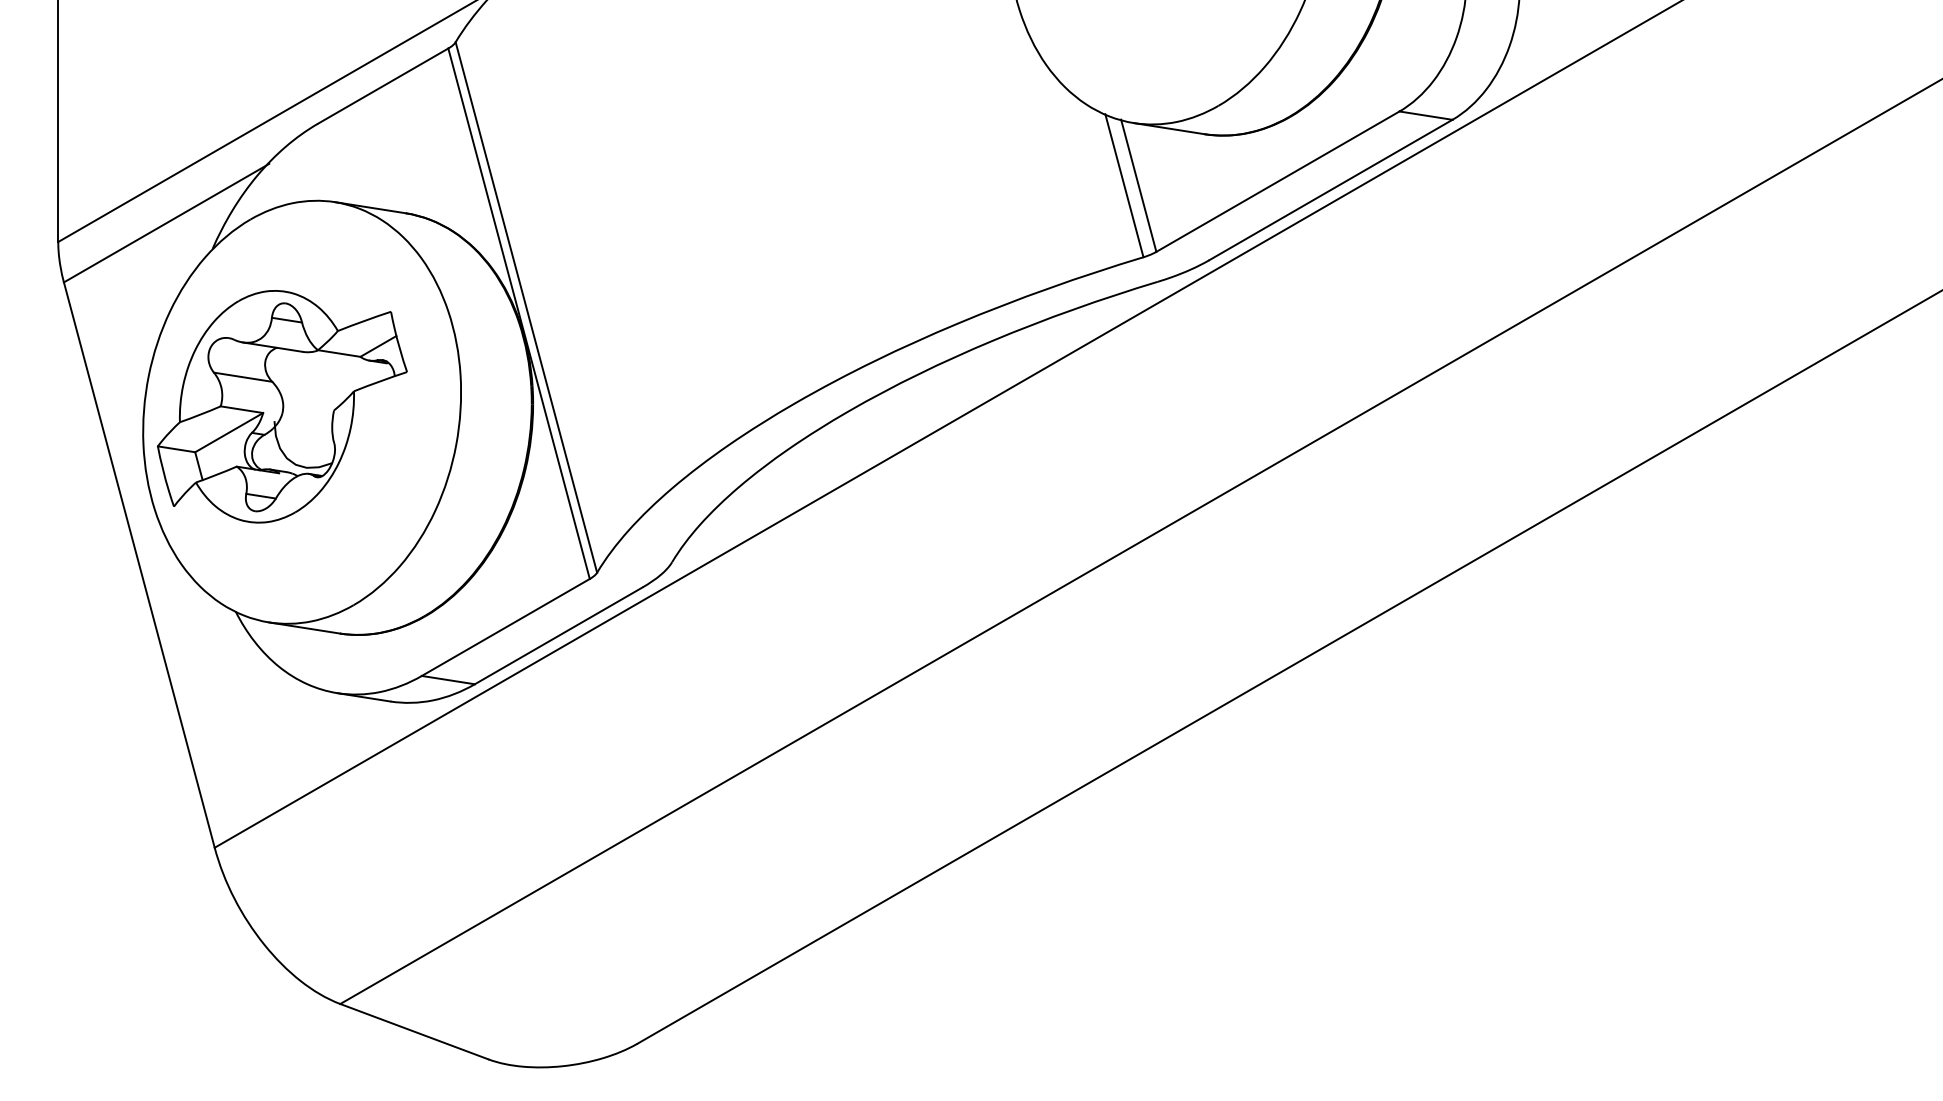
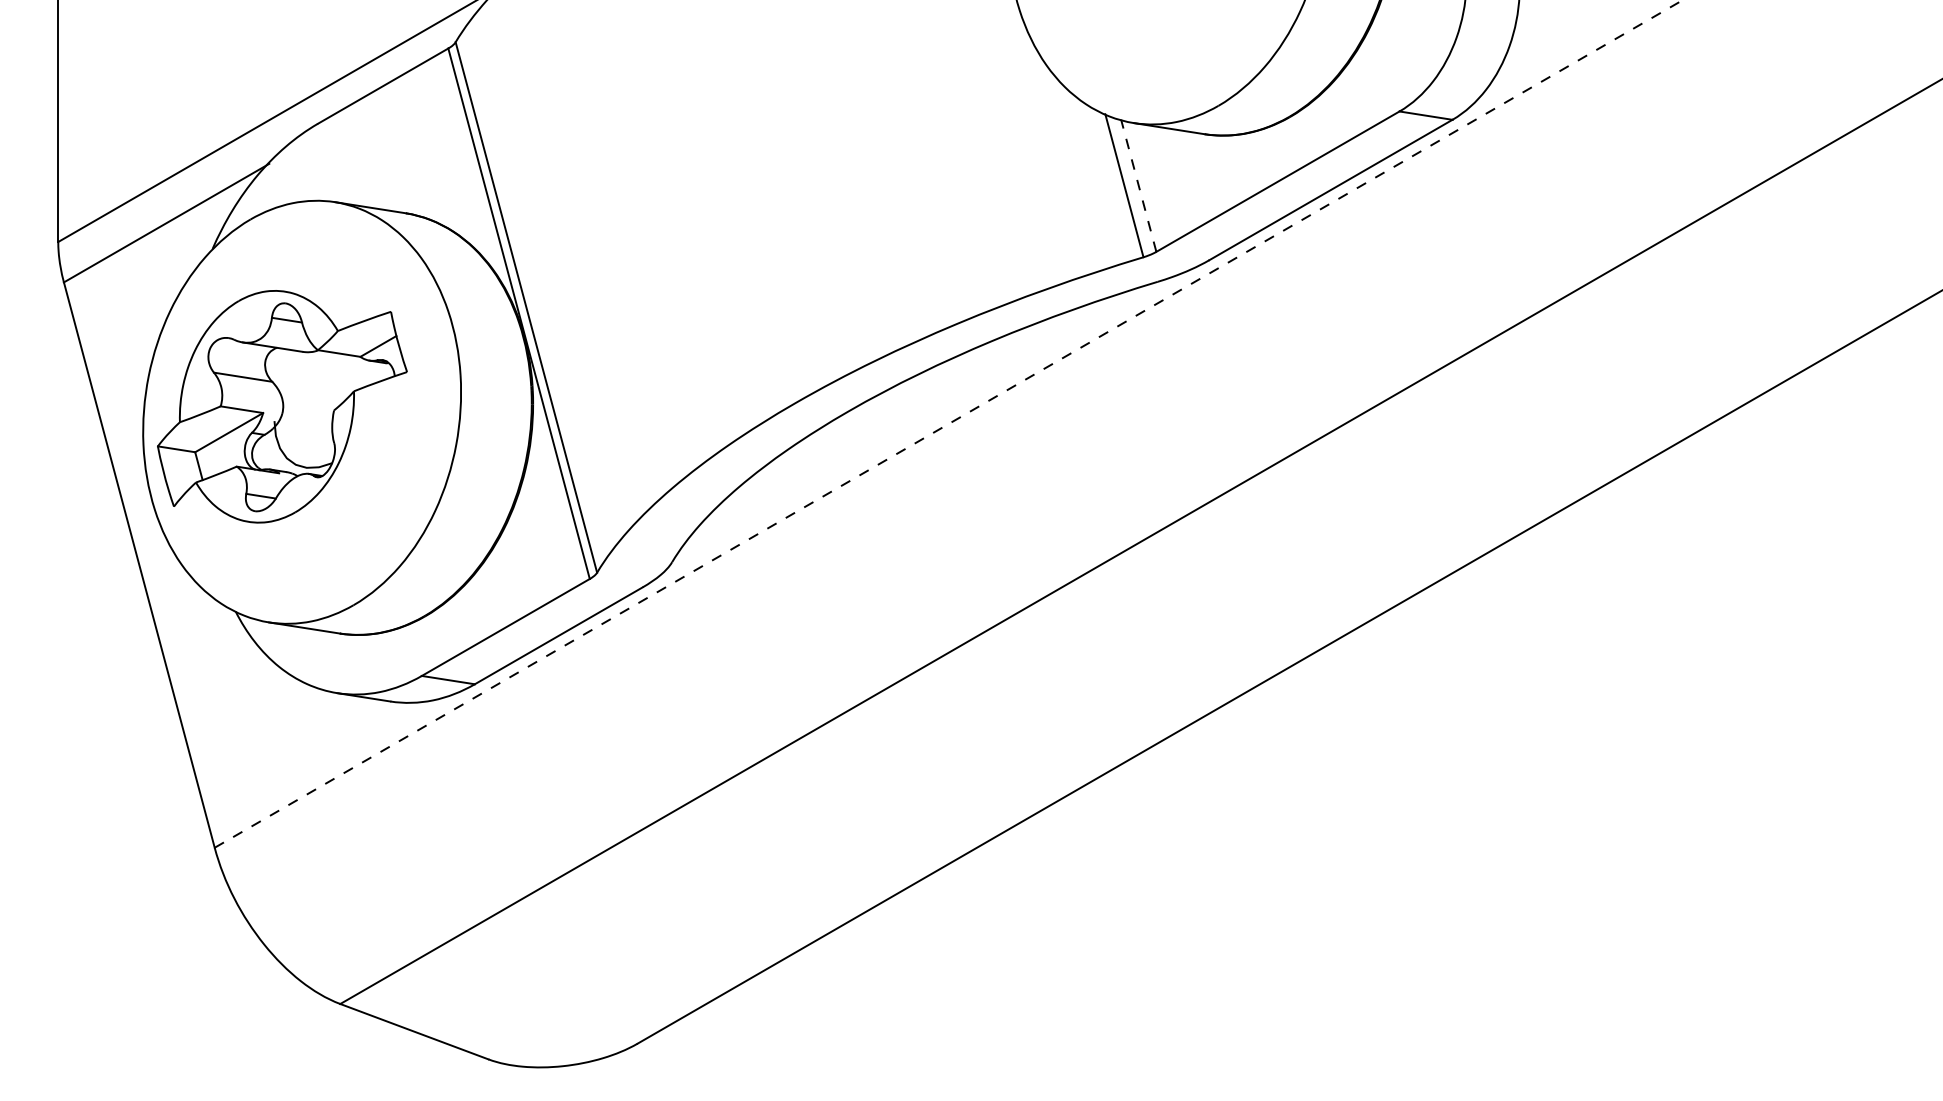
line at (1138, 185): solid -> dashed
line at (948, 423): solid -> dashed
